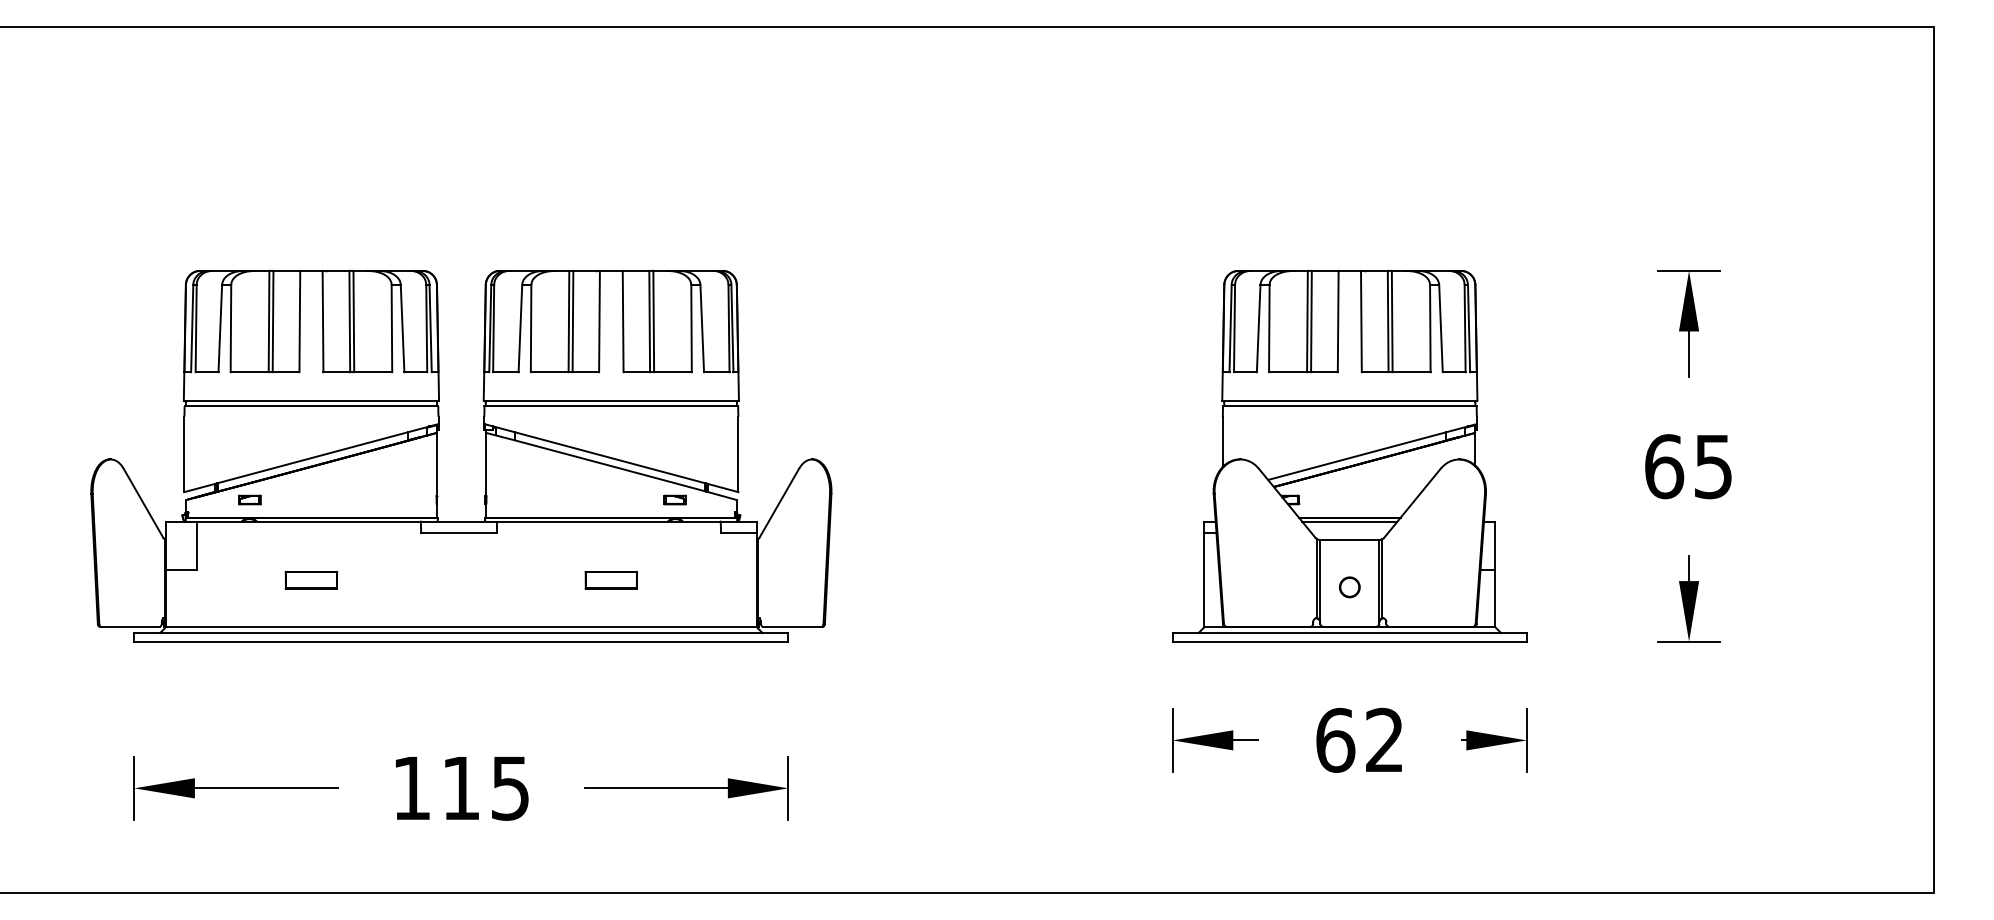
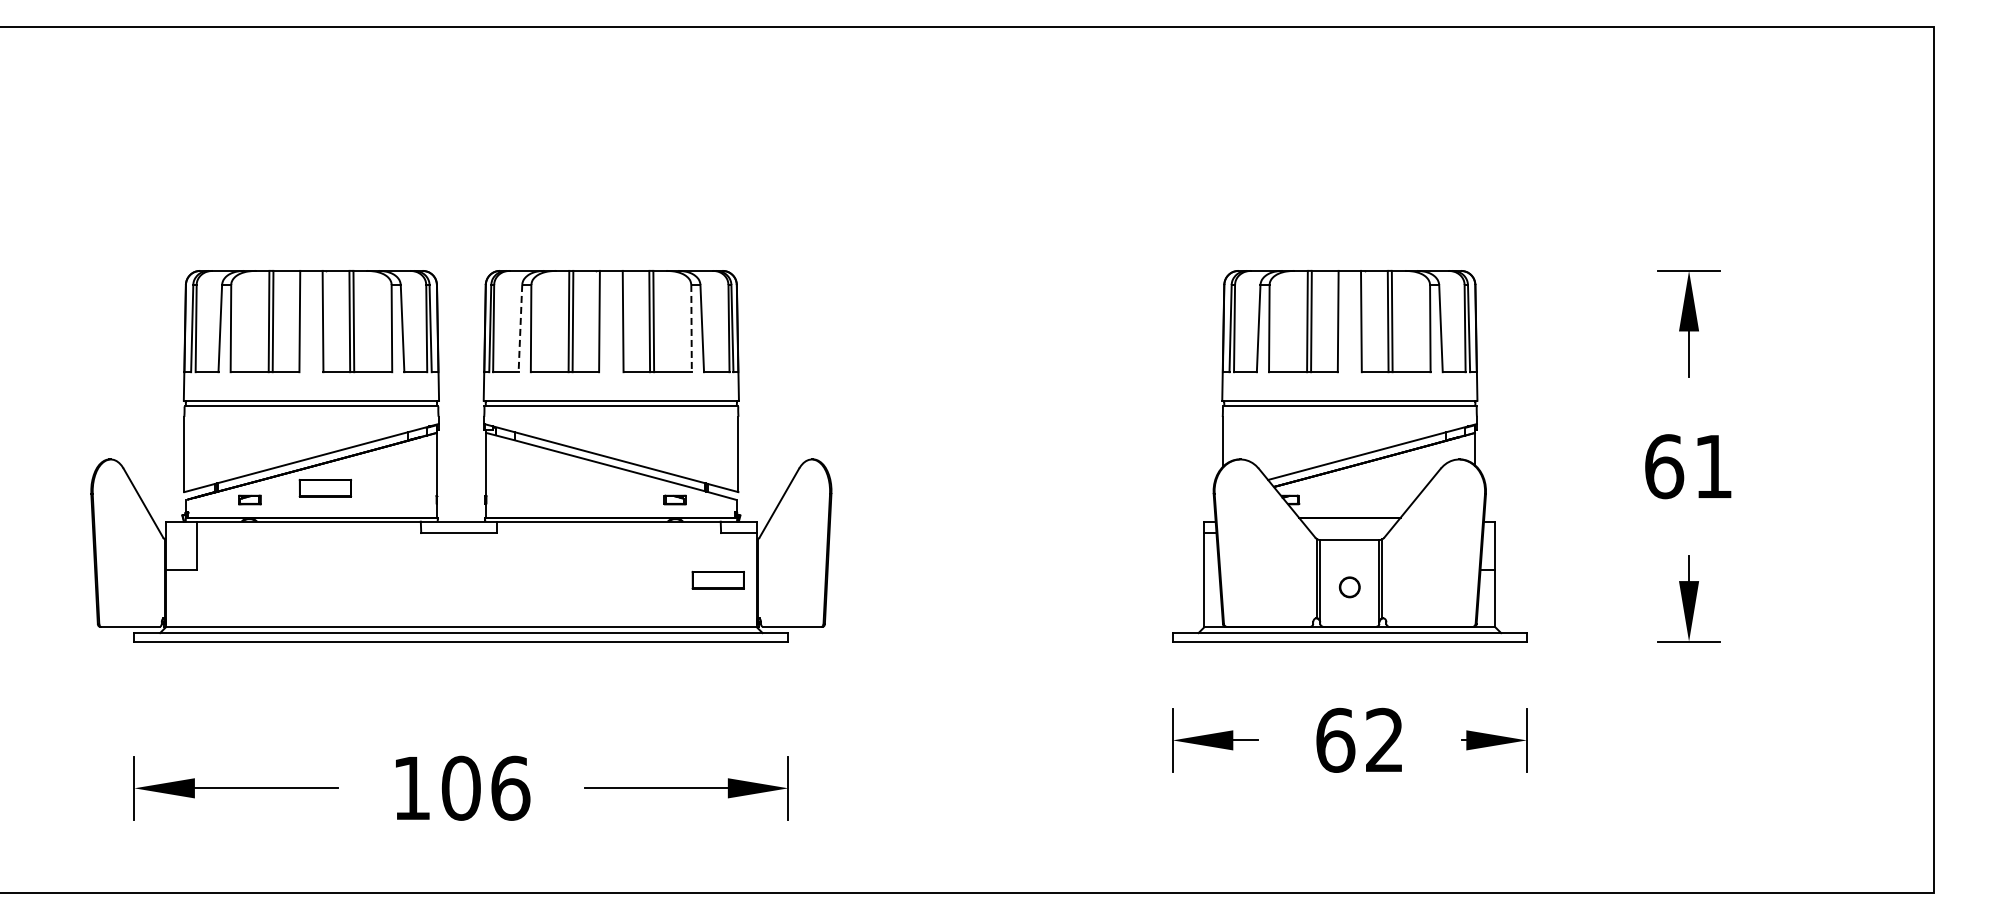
line at (520, 328): solid -> dashed
line at (691, 328): solid -> dashed
text at (1713, 467): 65 -> 61
line at (1349, 521): present -> none
part at (610, 579) position: (610, 579) -> (717, 579)
part at (310, 580) position: (310, 580) -> (324, 488)
text at (485, 787): 115 -> 106
